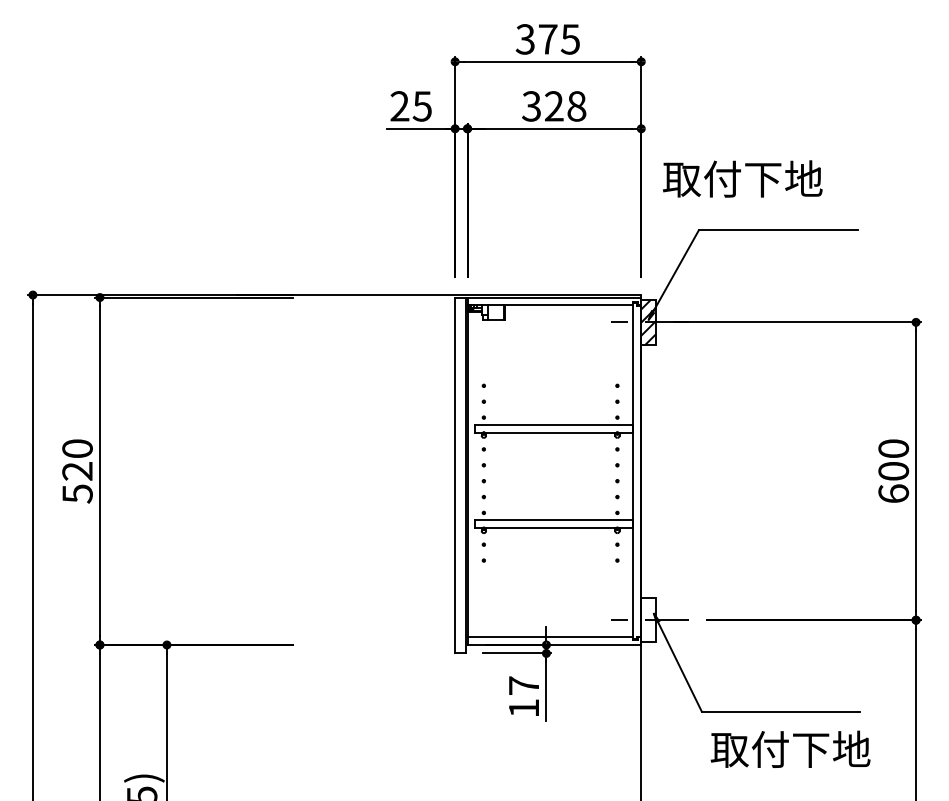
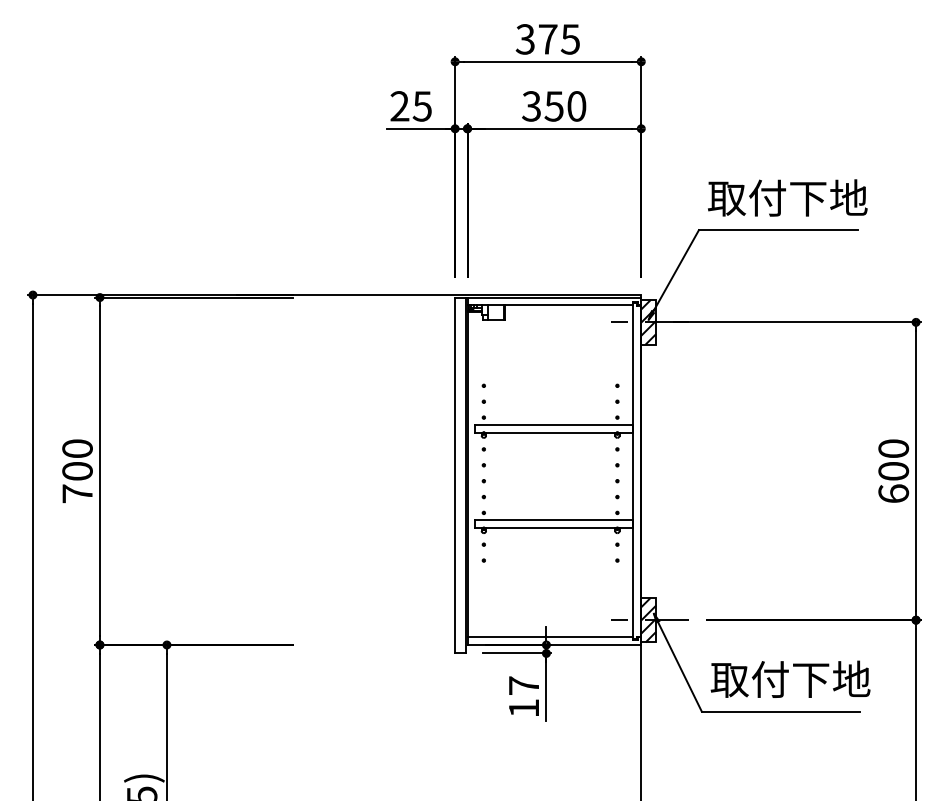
text at (565, 106): 328 -> 350
text at (742, 178) position: (742, 178) -> (787, 197)
text at (77, 482): 520 -> 700
hatch at (648, 619): none -> present
text at (790, 748) position: (790, 748) -> (790, 678)
